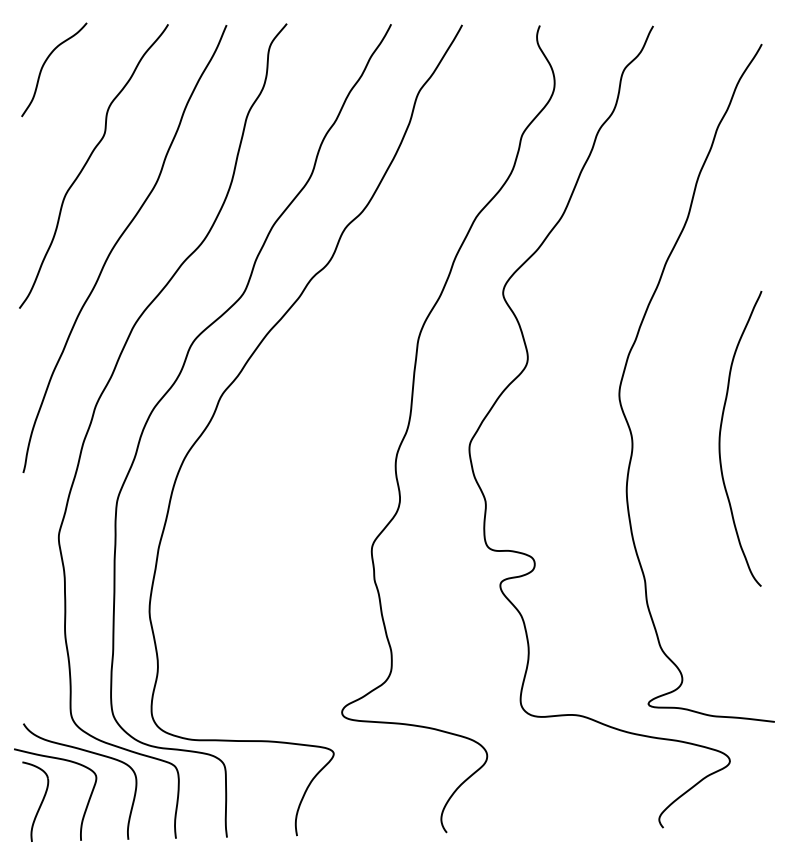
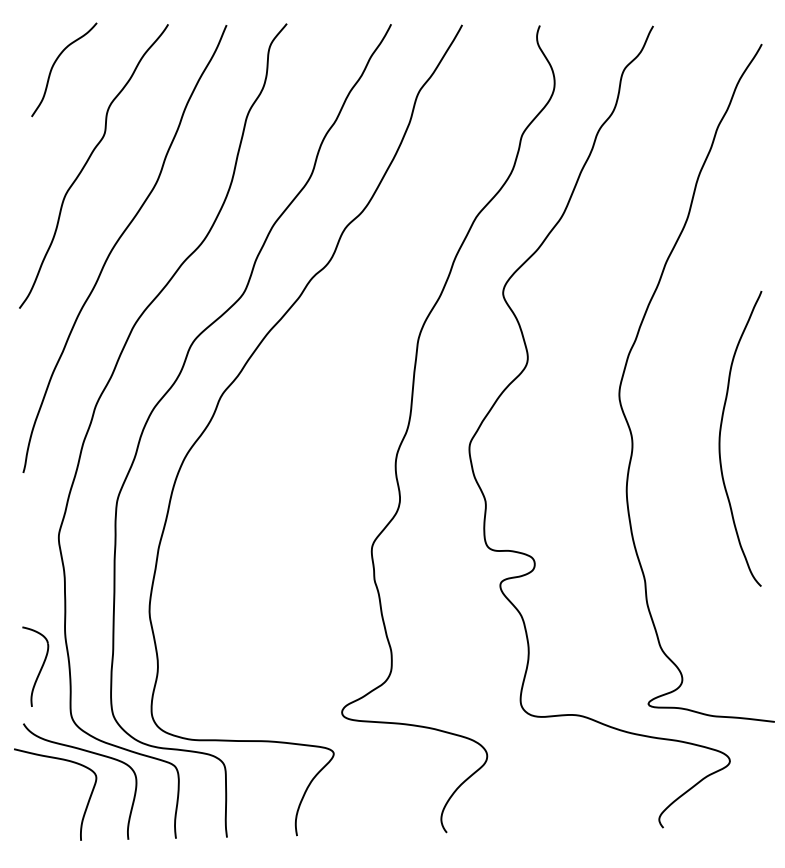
curve at (44, 65) position: (44, 65) -> (54, 65)
part at (35, 801) position: (35, 801) -> (35, 666)
